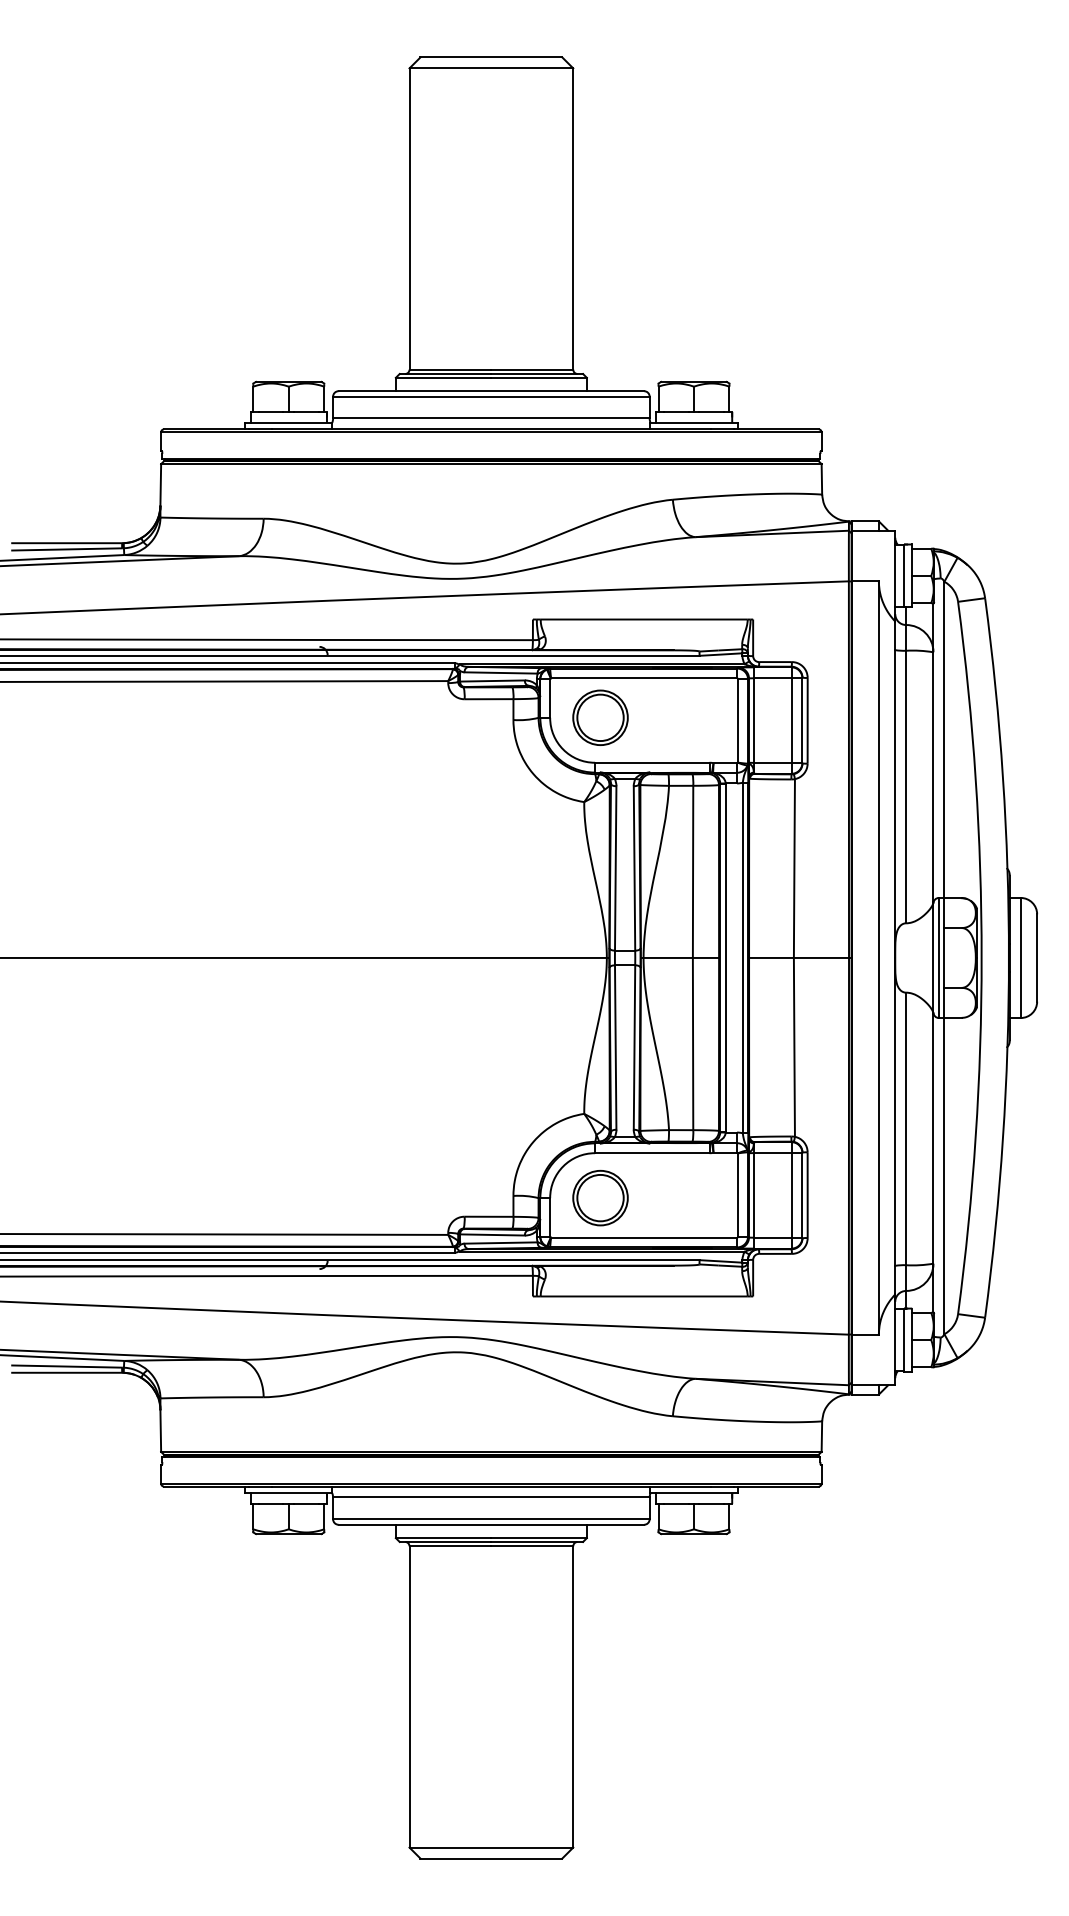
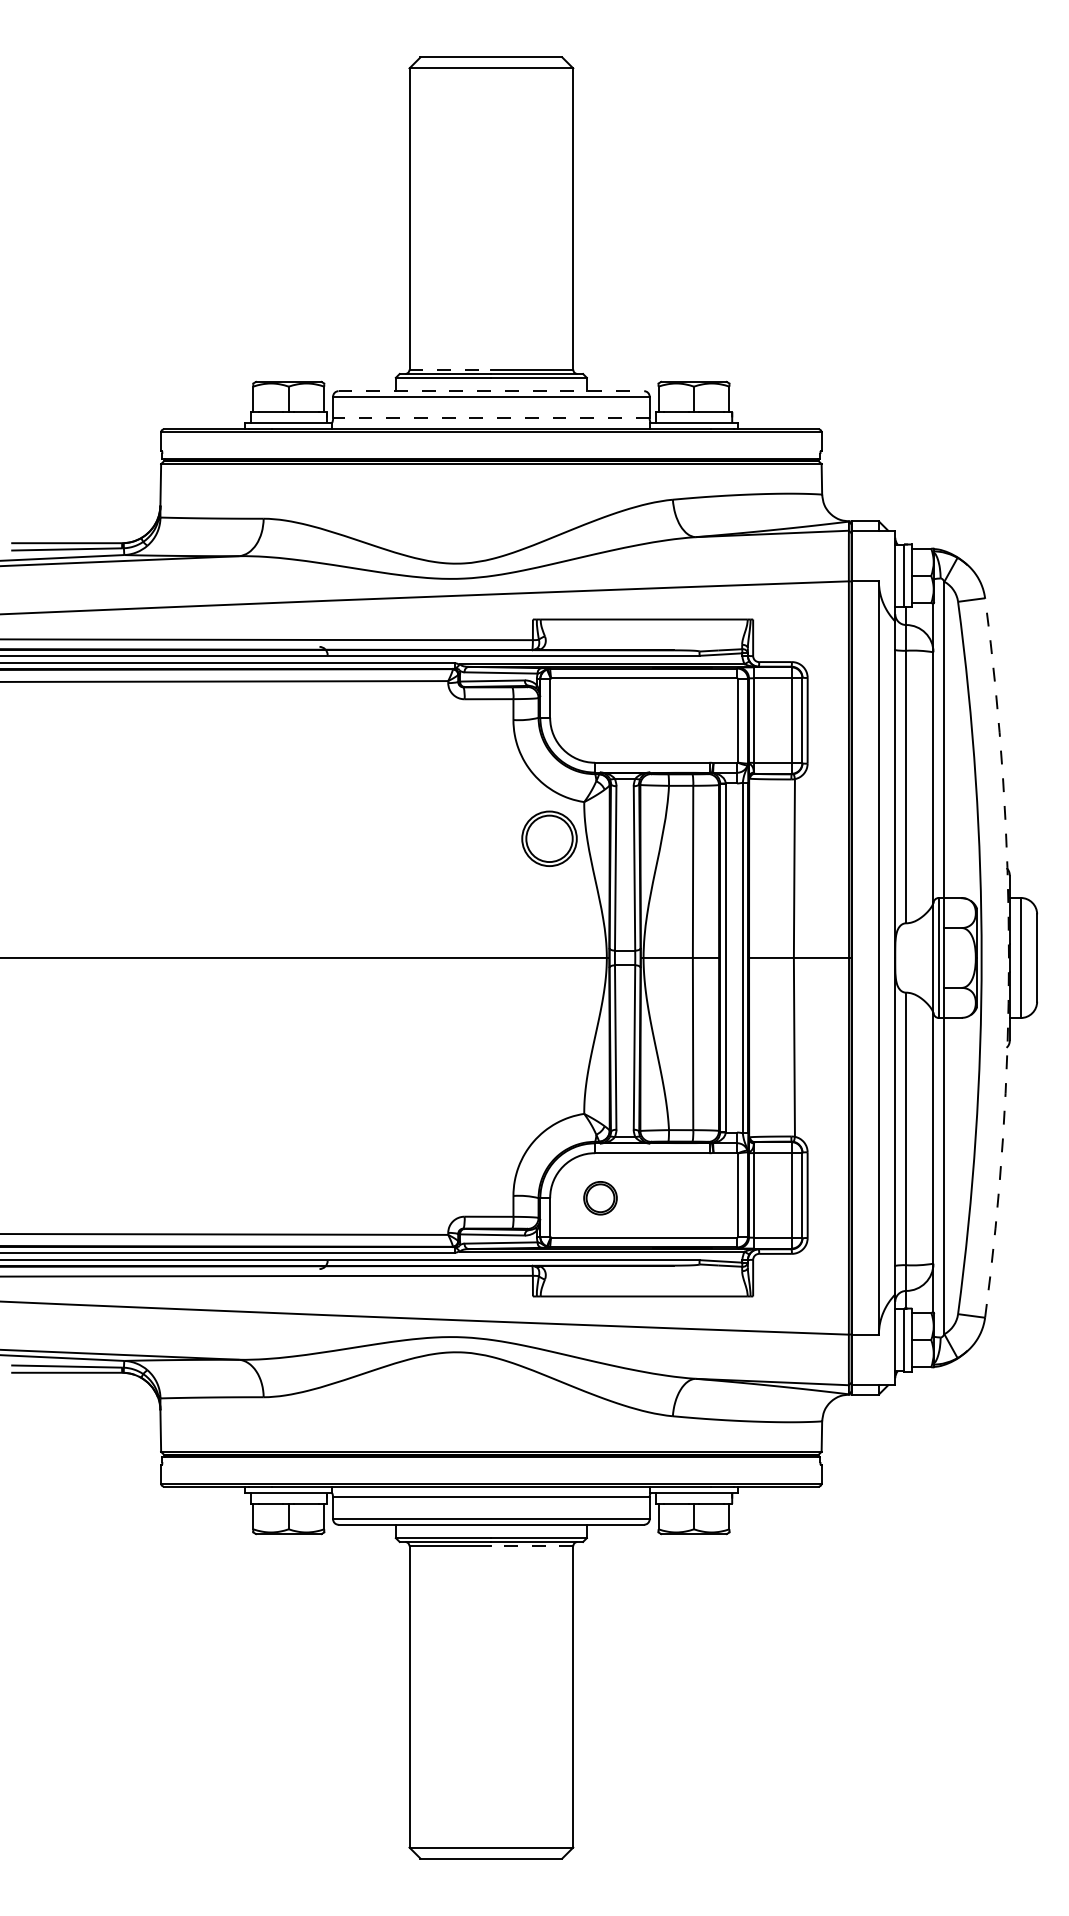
line at (450, 369): solid -> dashed
line at (491, 391): solid -> dashed
line at (490, 418): solid -> dashed
part at (600, 717) position: (600, 717) -> (549, 838)
arc at (1008, 957): solid -> dashed
part at (600, 1198) size: 57x57 px -> 35x35 px
line at (532, 1546): solid -> dashed
